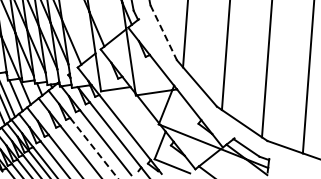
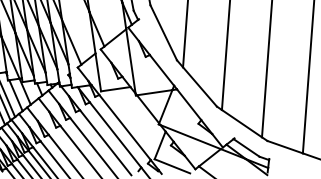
line at (163, 32): dashed -> solid
line at (94, 148): dashed -> solid
